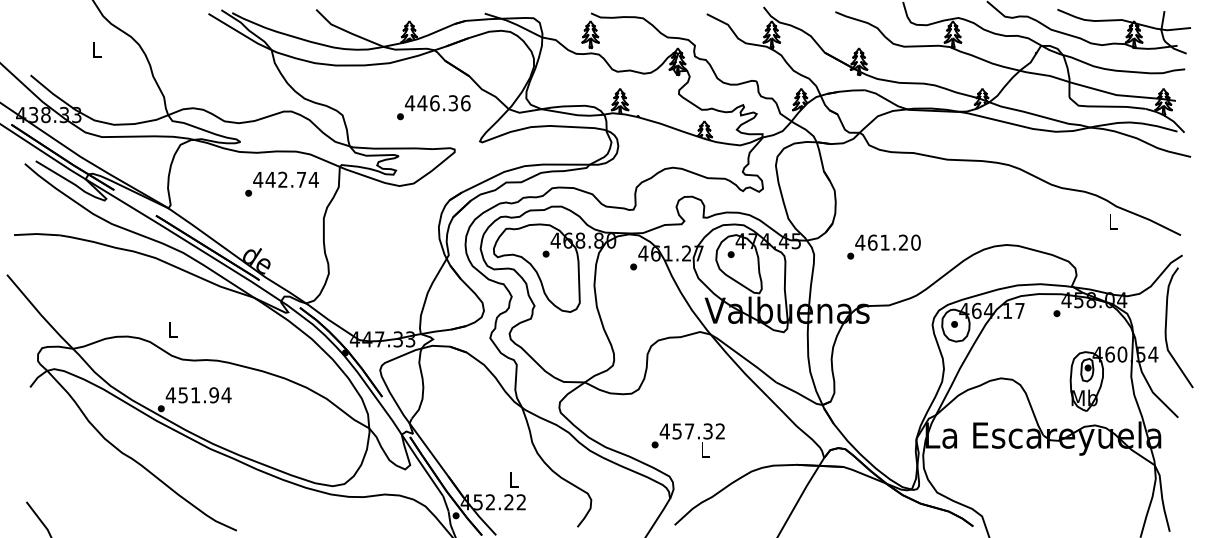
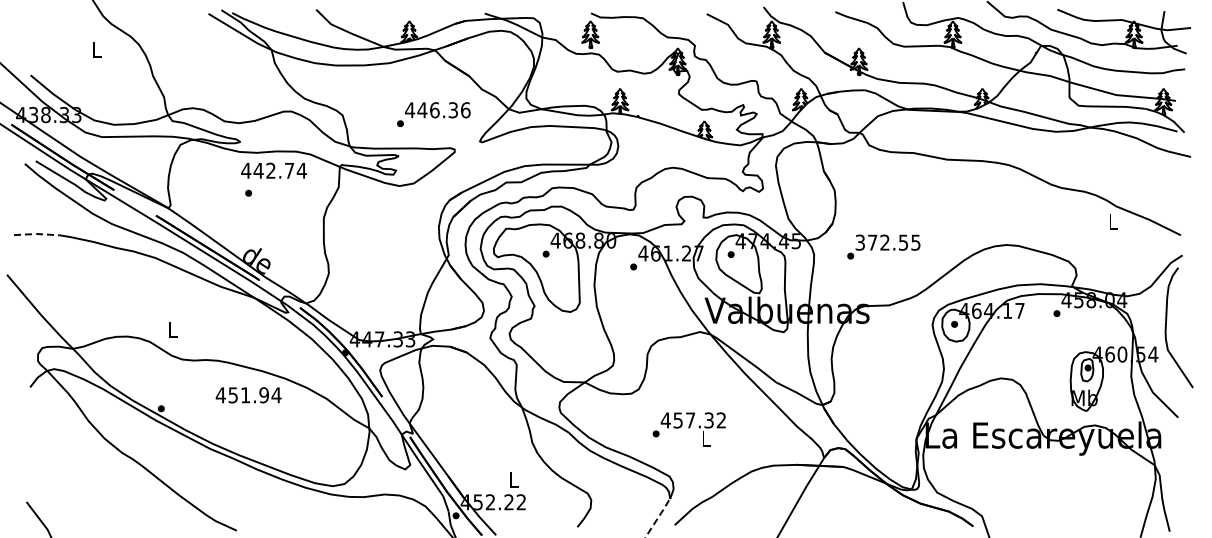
text at (433, 107) position: (433, 107) -> (433, 114)
text at (285, 179) position: (285, 179) -> (273, 170)
line at (36, 234): solid -> dashed
text at (887, 242): 461.20 -> 372.55
text at (198, 395) position: (198, 395) -> (248, 395)
text at (687, 440) position: (687, 440) -> (688, 429)
line at (658, 517): solid -> dashed
